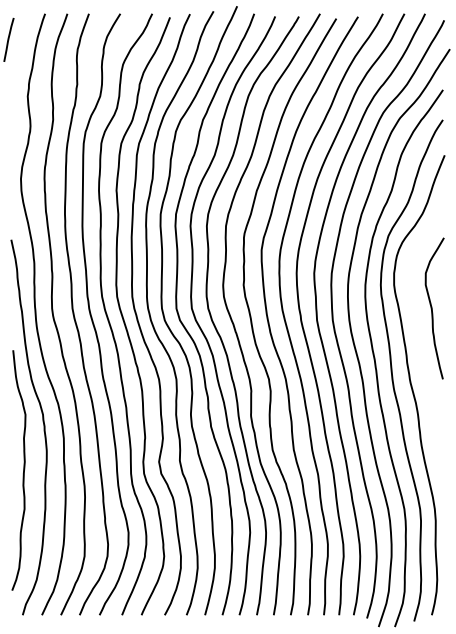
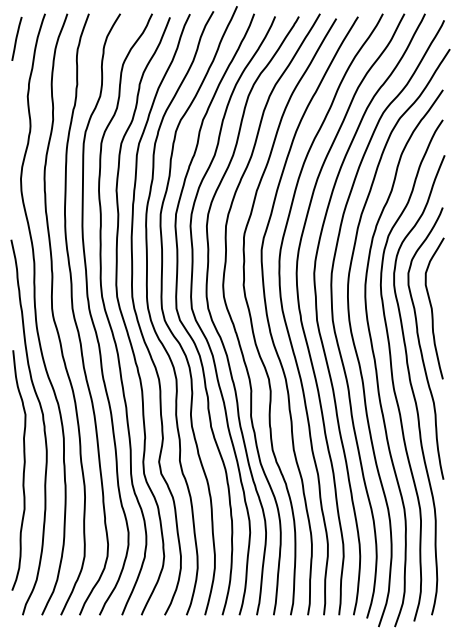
line at (8, 39) position: (8, 39) -> (16, 38)
curve at (420, 343): none -> present
